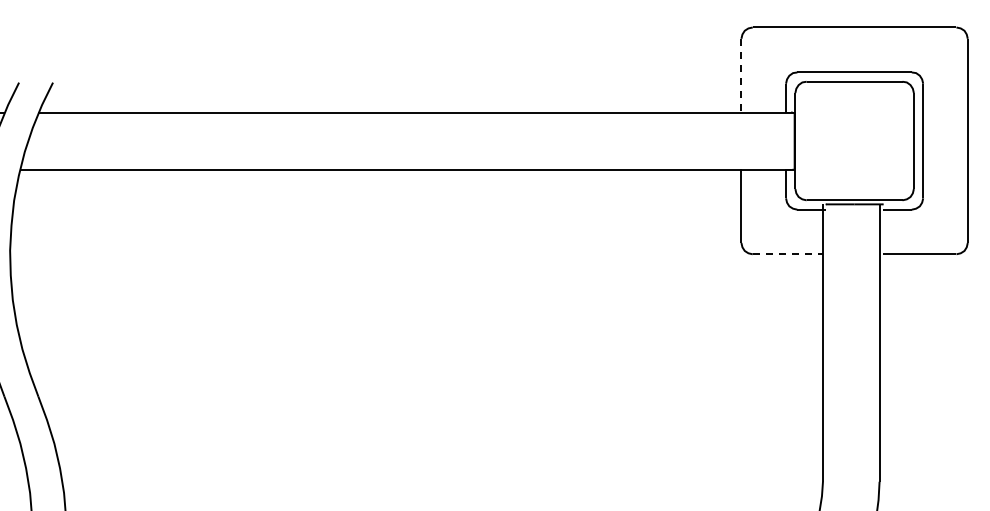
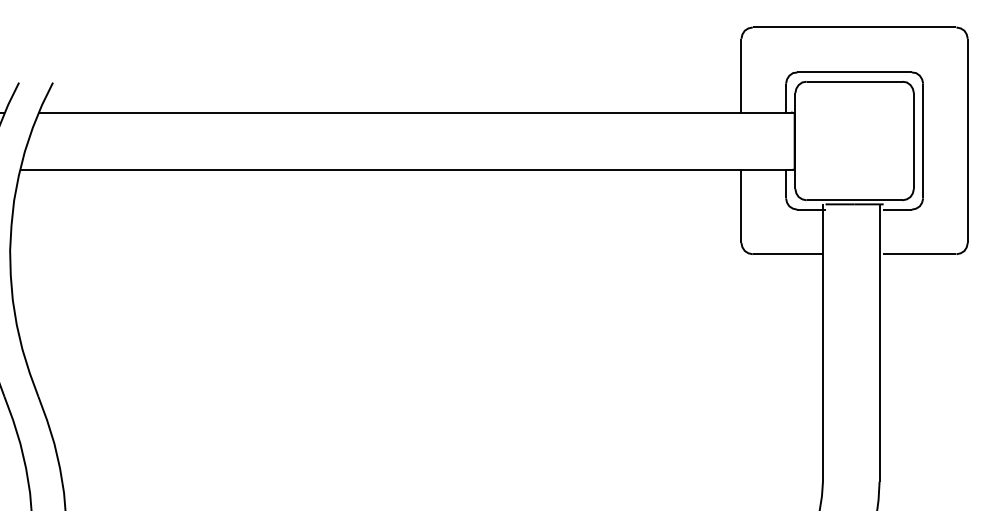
line at (741, 75): dashed -> solid
line at (788, 254): dashed -> solid
